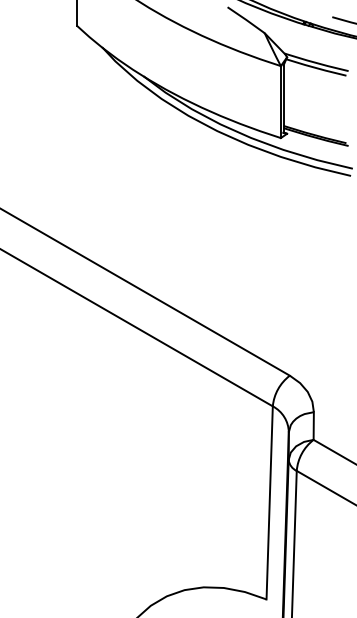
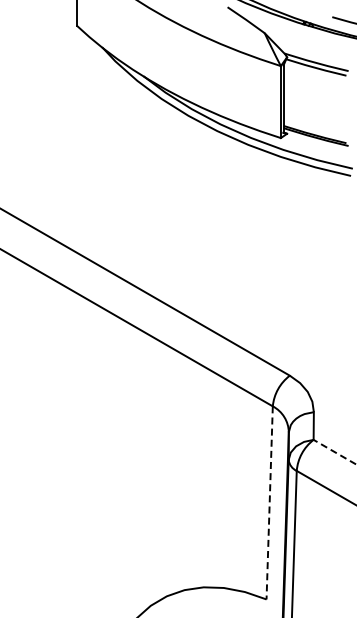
line at (335, 452): solid -> dashed
line at (269, 502): solid -> dashed
